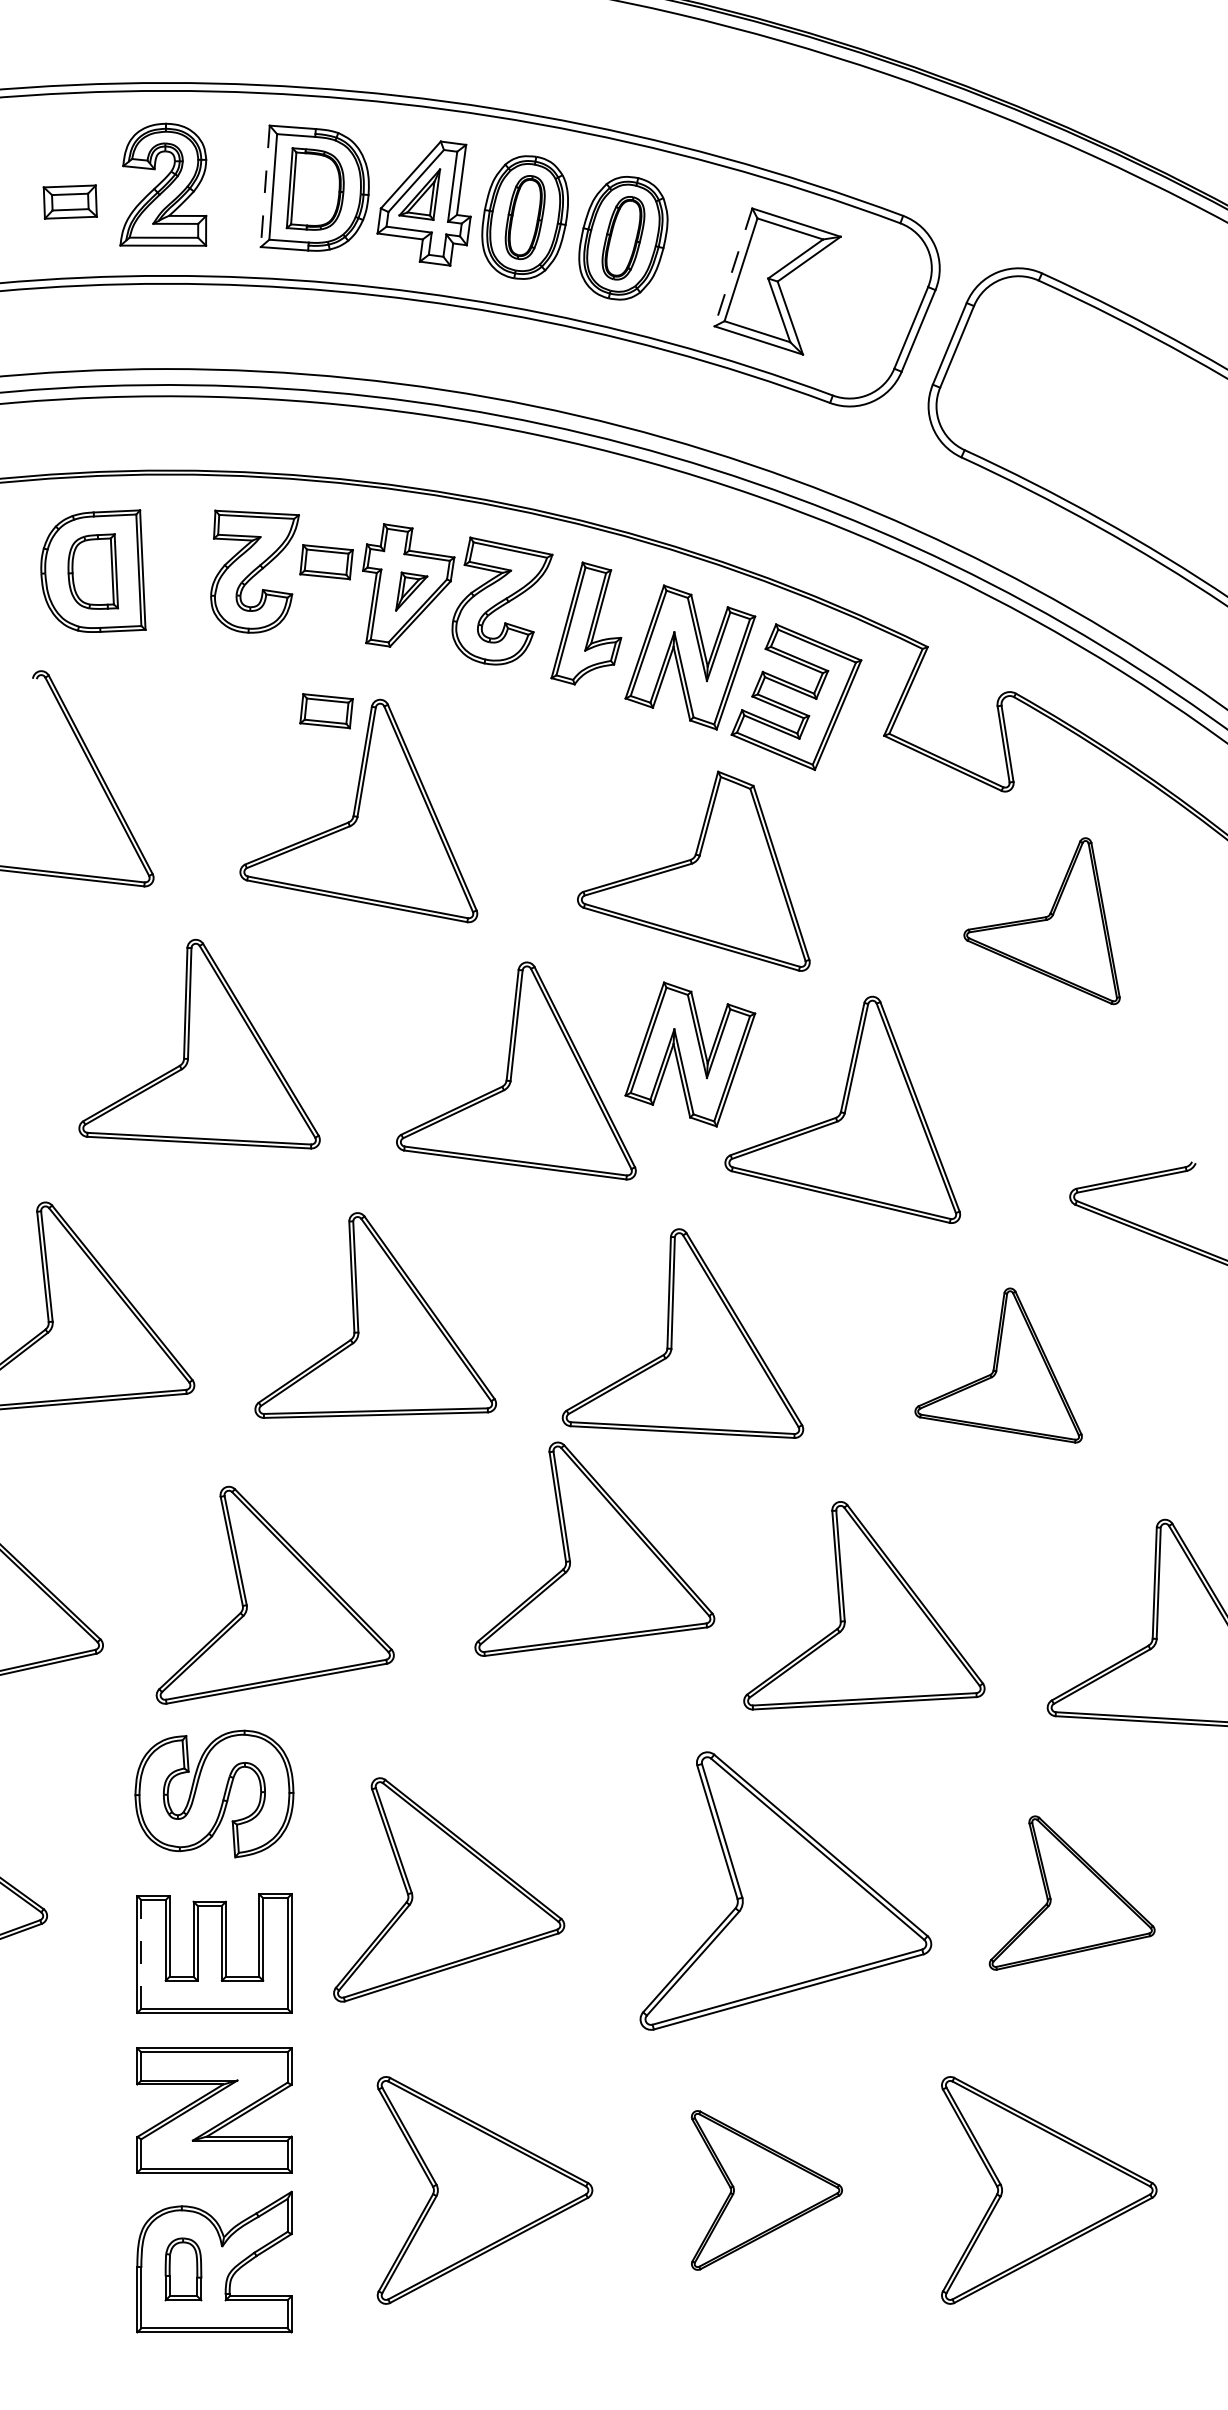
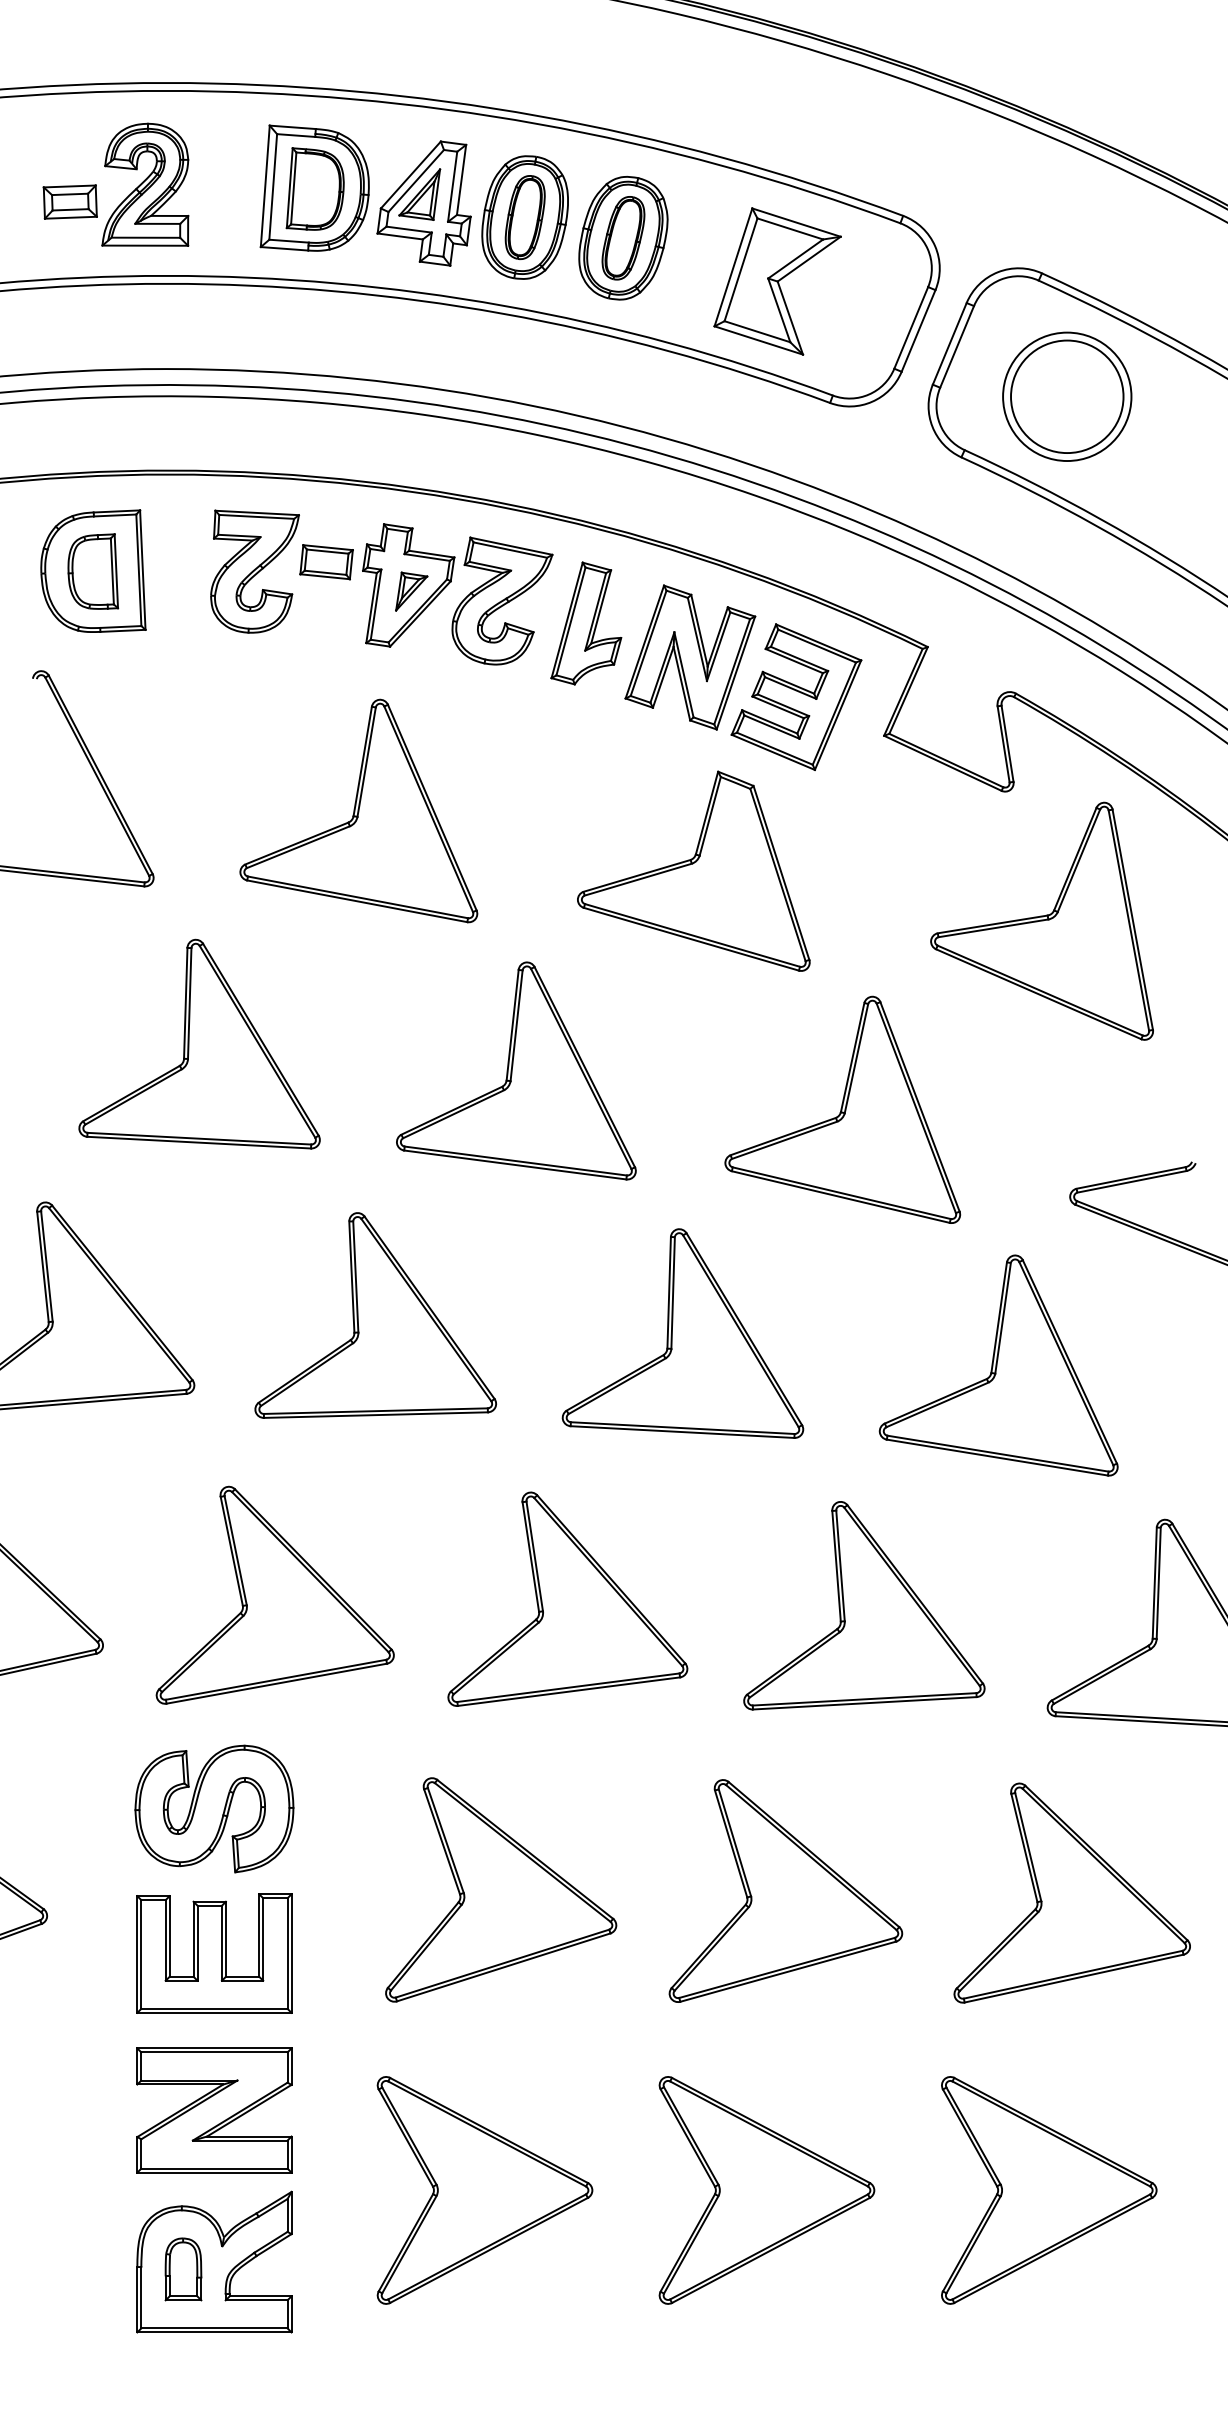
part at (163, 184) position: (163, 184) -> (145, 184)
line at (265, 186): dashed -> solid
line at (733, 267): dashed -> solid
part at (1067, 396): none -> present
part at (326, 711): present -> none
part at (1041, 921) size: 158x169 px -> 224x240 px
part at (690, 1054): present -> none
part at (998, 1365) size: 169x157 px -> 241x223 px
part at (594, 1548) position: (594, 1548) -> (567, 1598)
part at (214, 1793) position: (214, 1793) -> (214, 1808)
part at (449, 1889) position: (449, 1889) -> (501, 1889)
part at (785, 1890) size: 294x280 px -> 236x224 px
part at (1071, 1892) size: 168x156 px -> 238x222 px
line at (141, 1954): dashed -> solid
part at (766, 2190) size: 152x161 px -> 218x229 px
